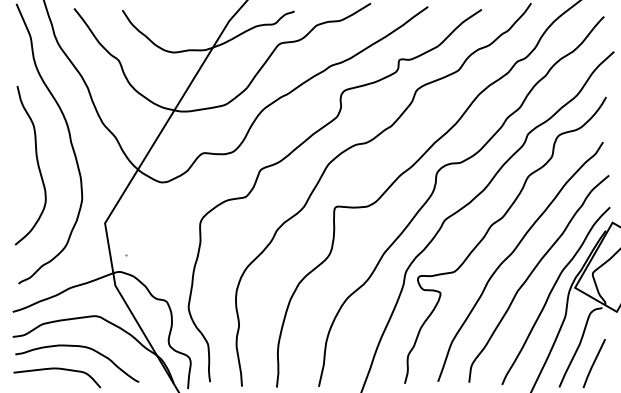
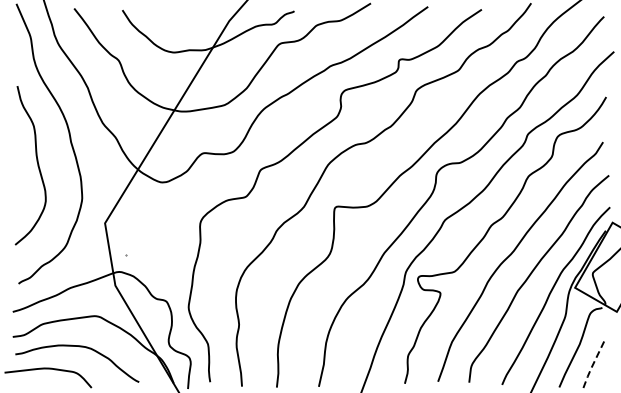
line at (593, 363): solid -> dashed
curve at (57, 369) position: (57, 369) -> (48, 369)
